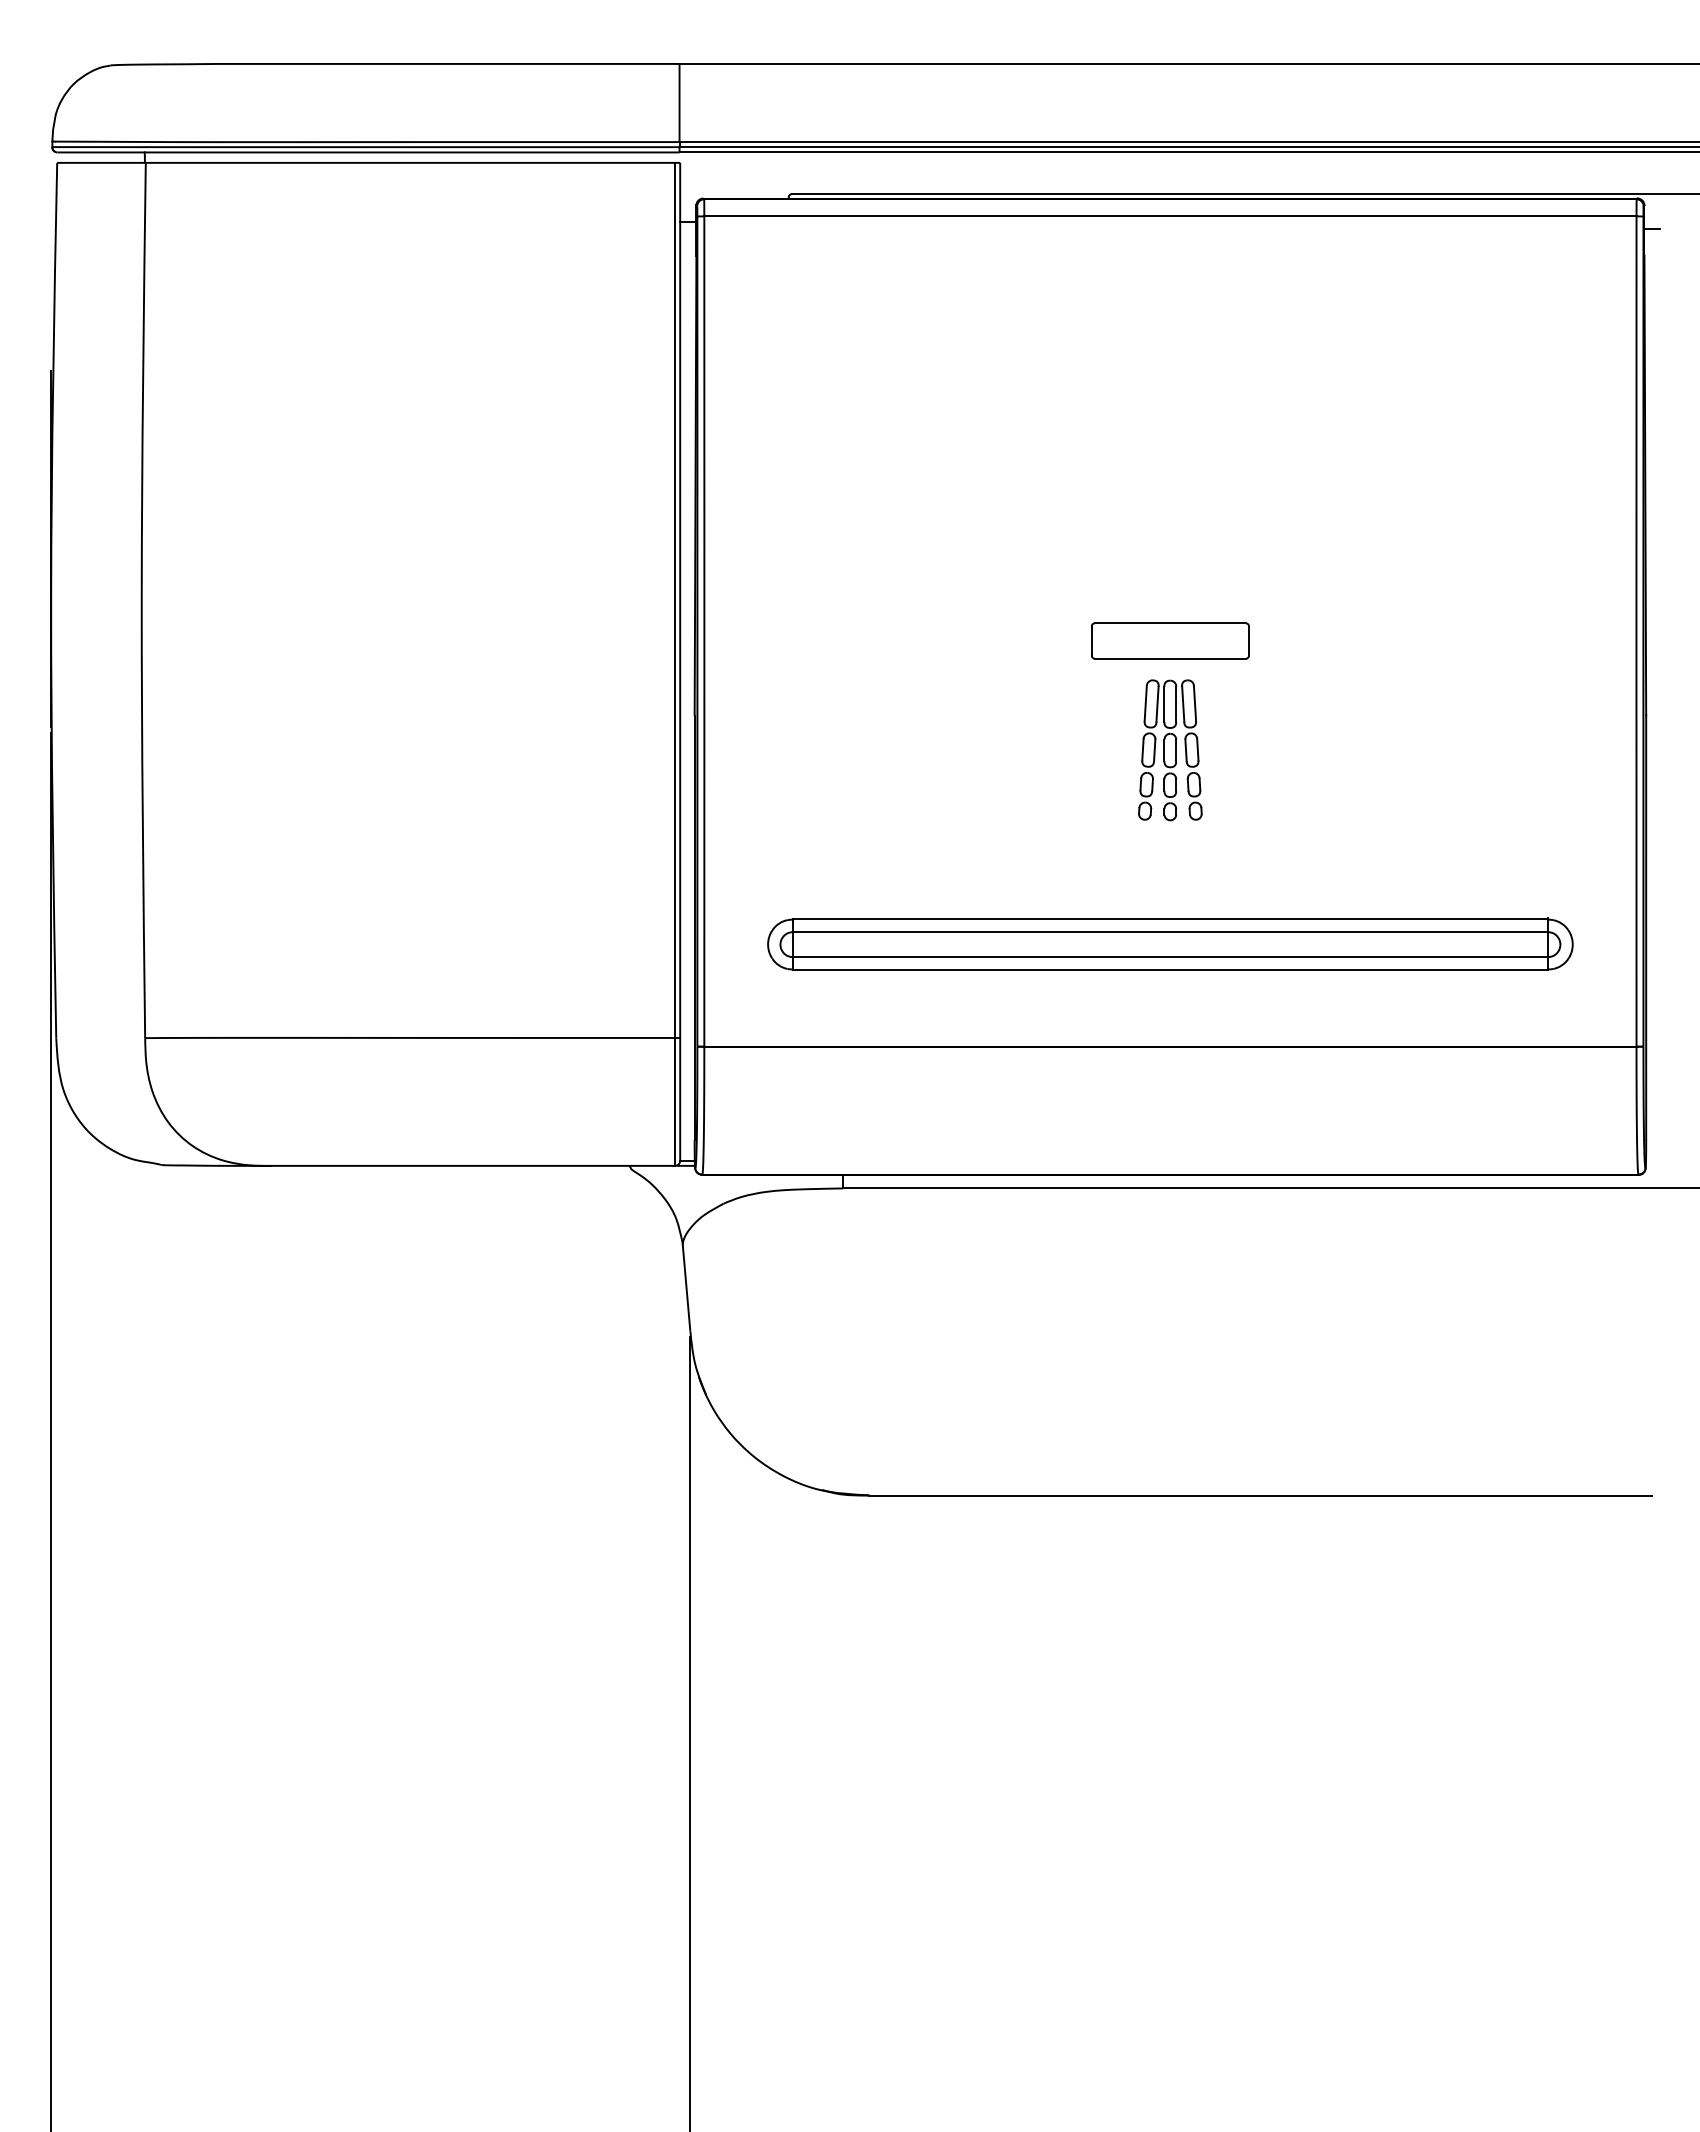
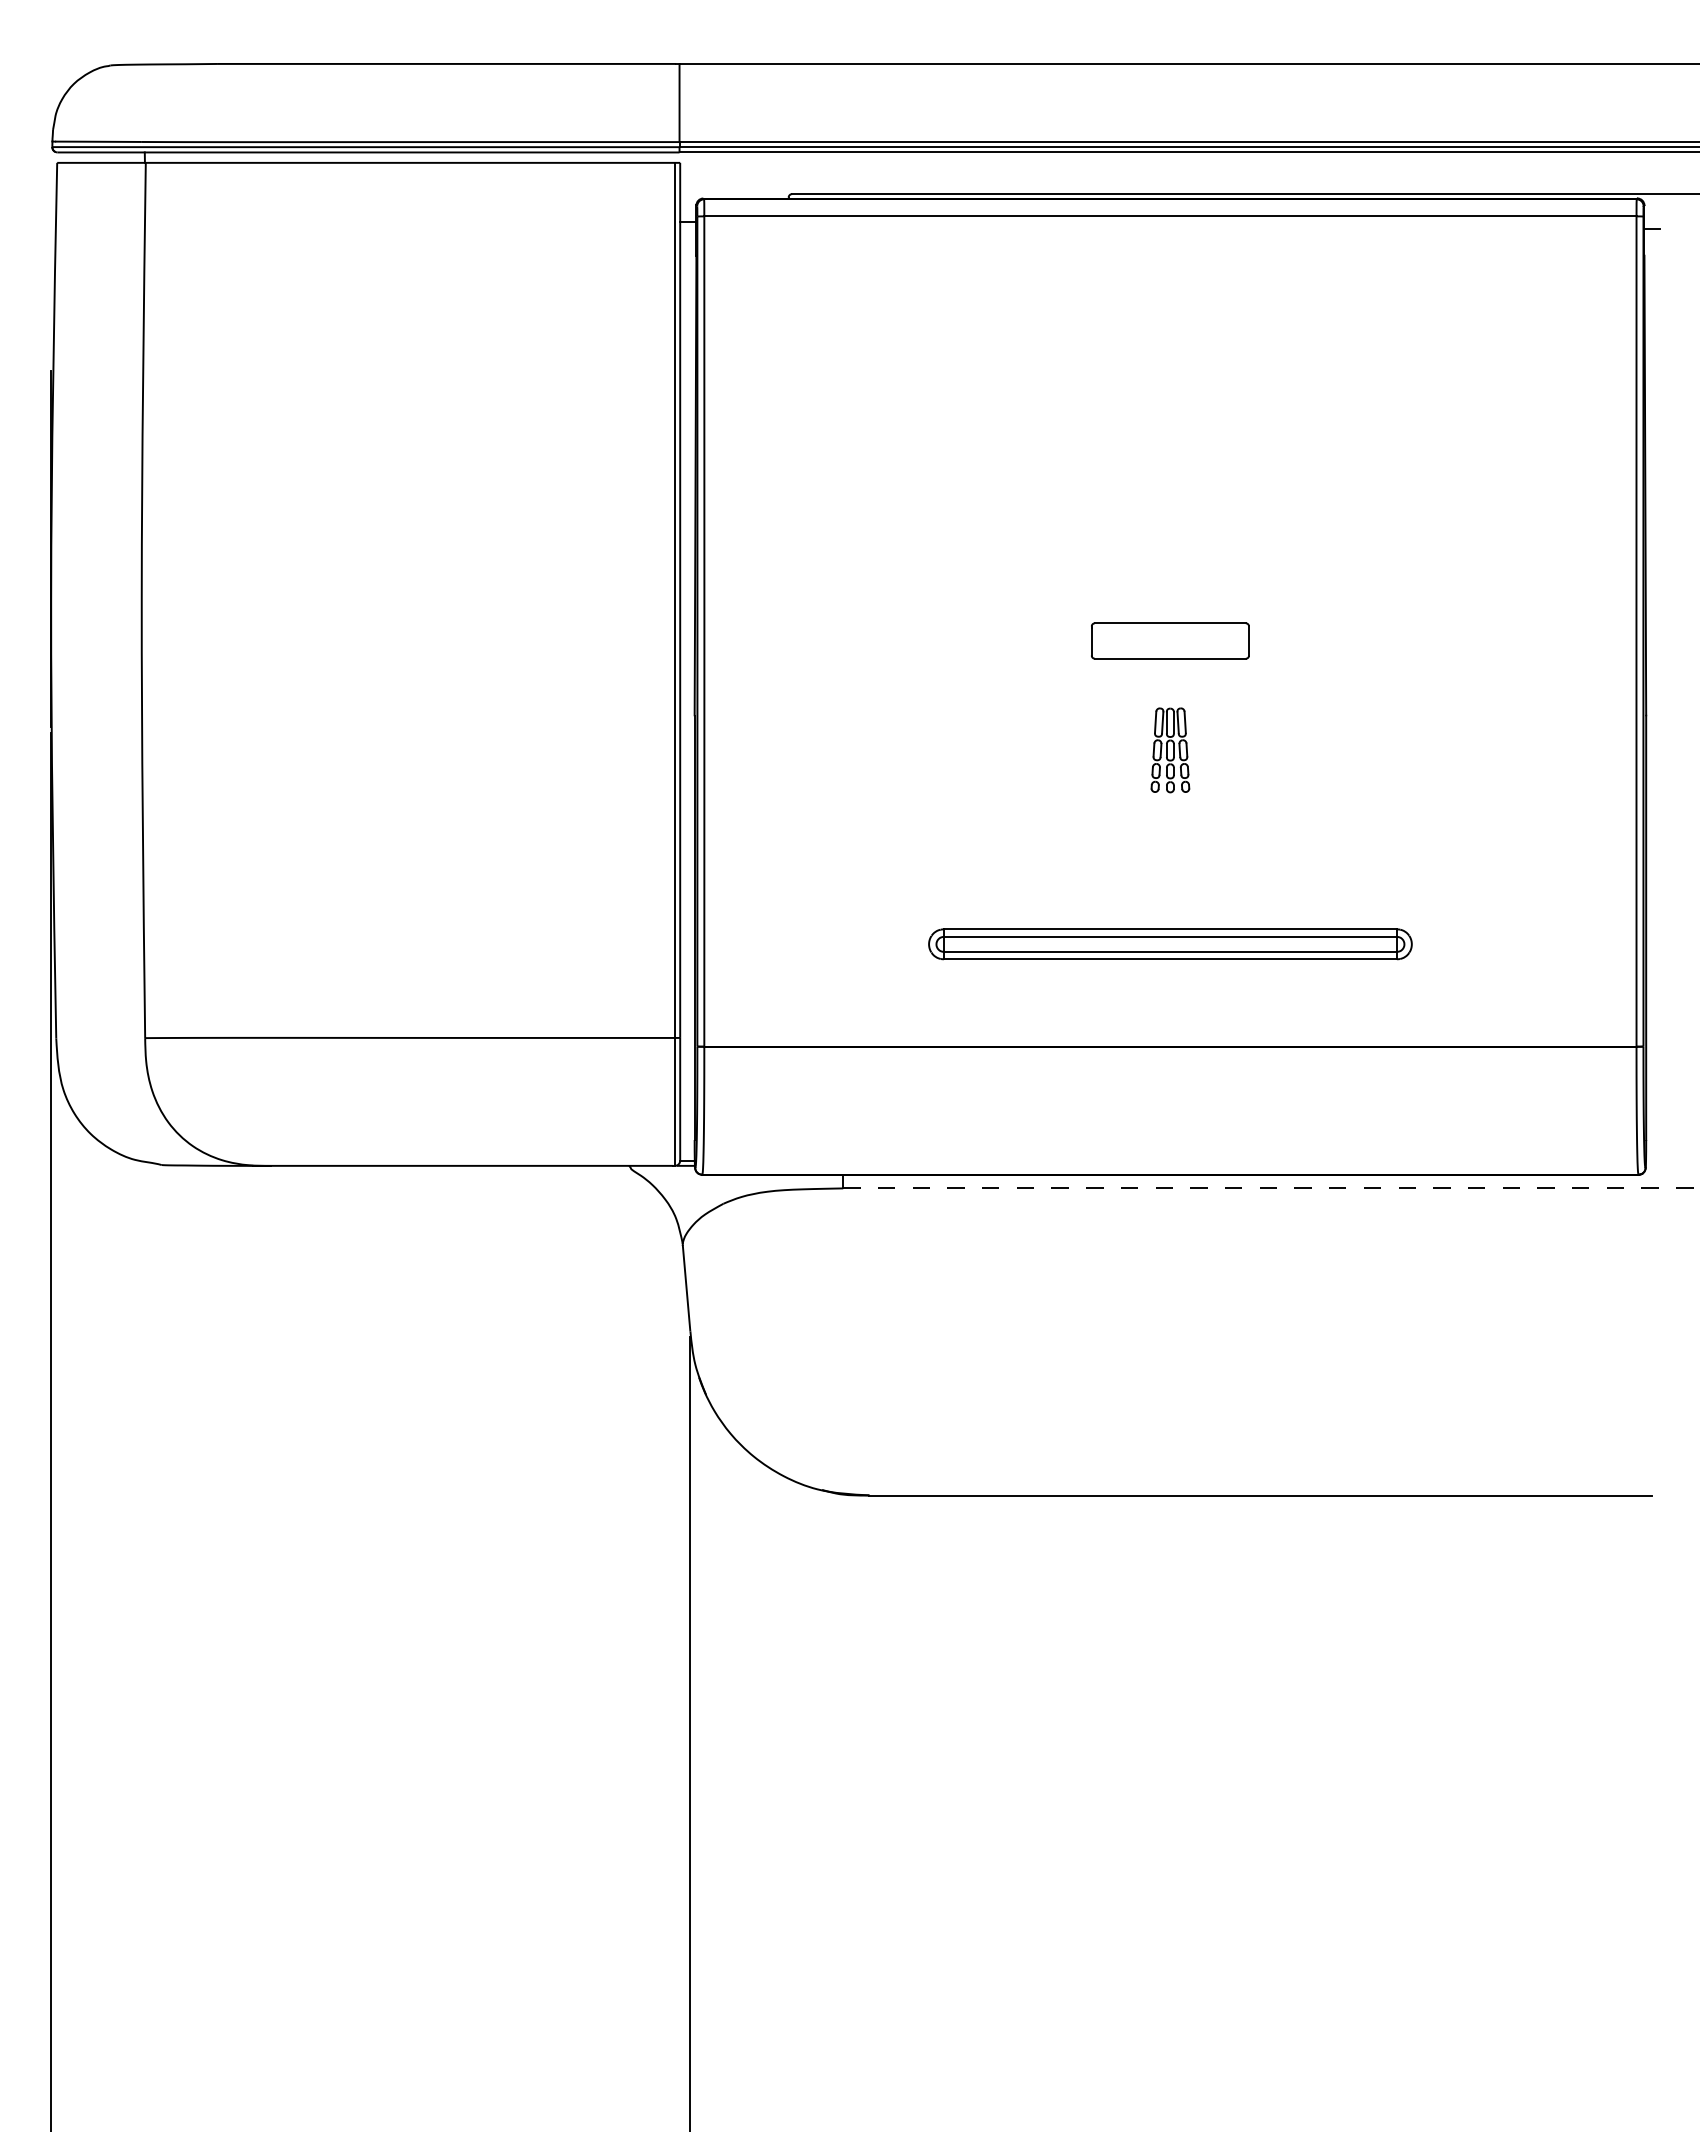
part at (1170, 750) size: 65x143 px -> 41x87 px
part at (1170, 943) size: 807x54 px -> 485x33 px
line at (1271, 1188): solid -> dashed
